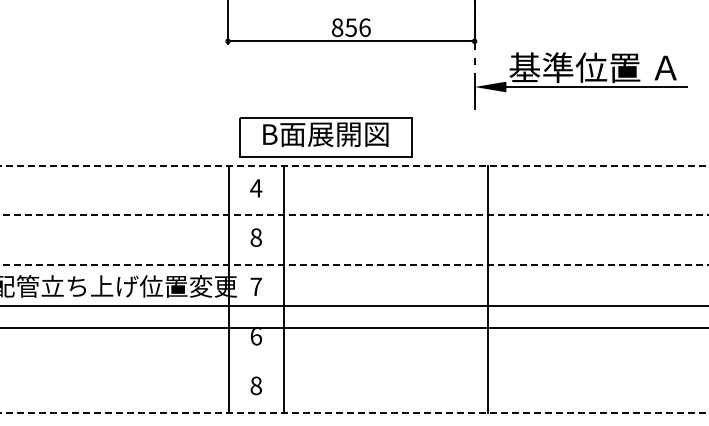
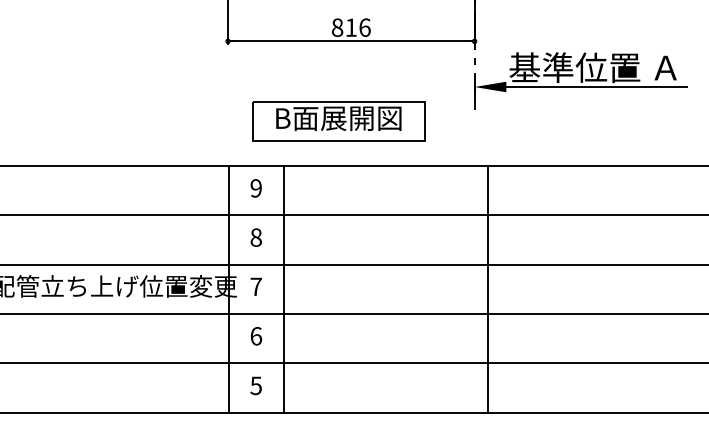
text at (350, 27): 856 -> 816
part at (325, 137) position: (325, 137) -> (338, 121)
line at (354, 166): dashed -> solid
text at (256, 188): 4 -> 9
line at (354, 215): dashed -> solid
line at (354, 264): dashed -> solid
line at (353, 305) position: (353, 305) -> (353, 313)
line at (353, 328) position: (353, 328) -> (353, 363)
text at (255, 385): 8 -> 5
line at (354, 412): dashed -> solid
